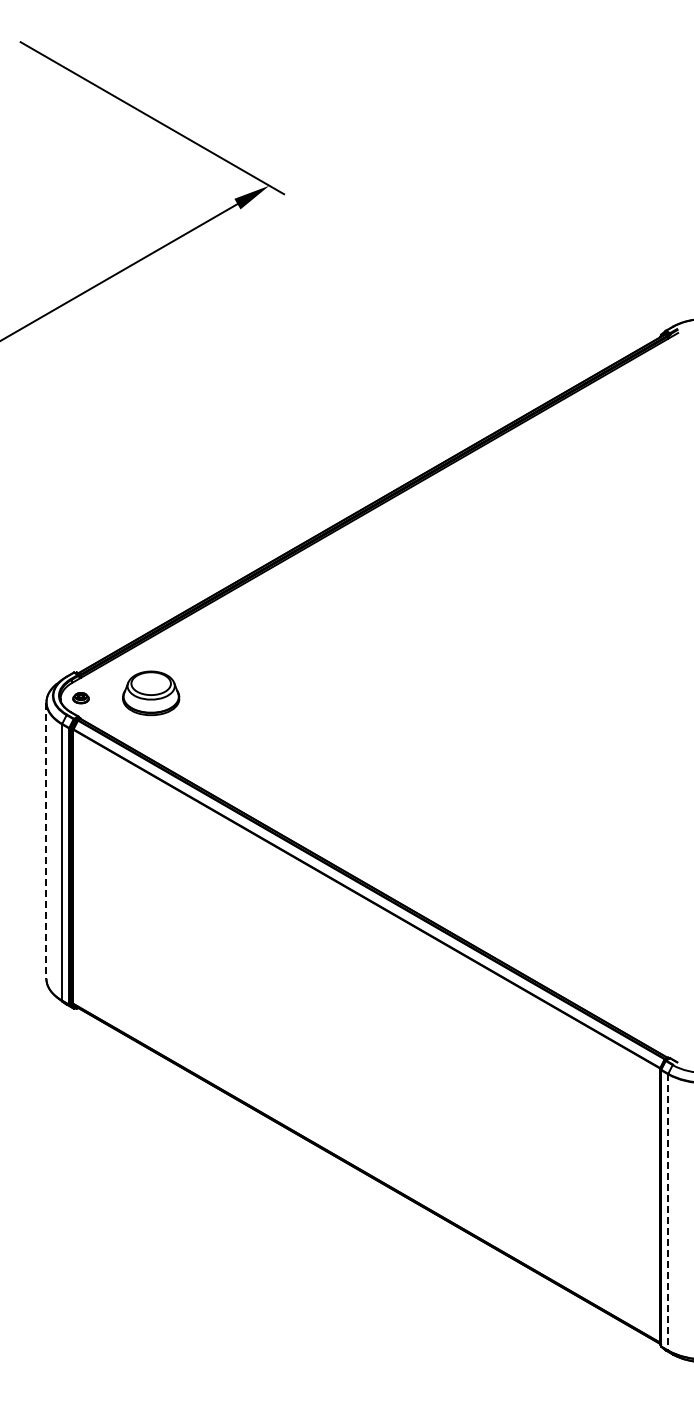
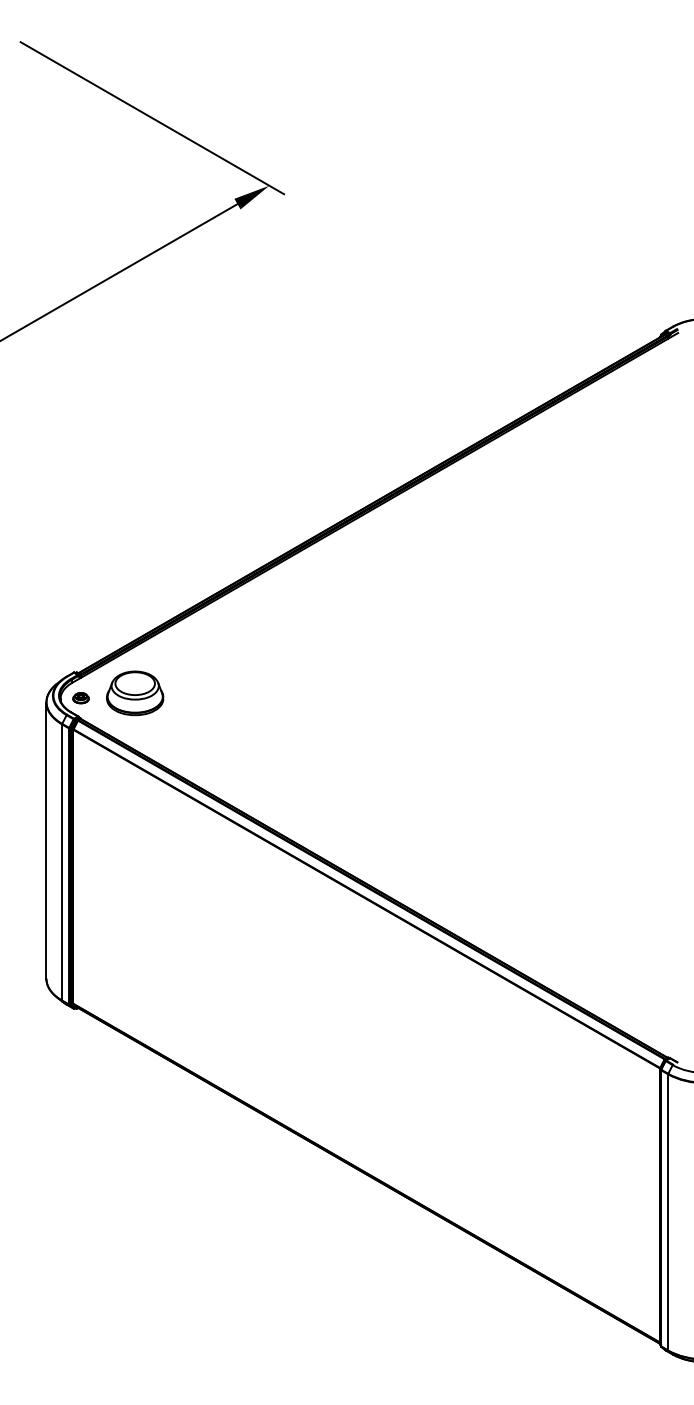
part at (151, 692) position: (151, 692) -> (135, 692)
line at (46, 841): dashed -> solid
line at (668, 1212): dashed -> solid
